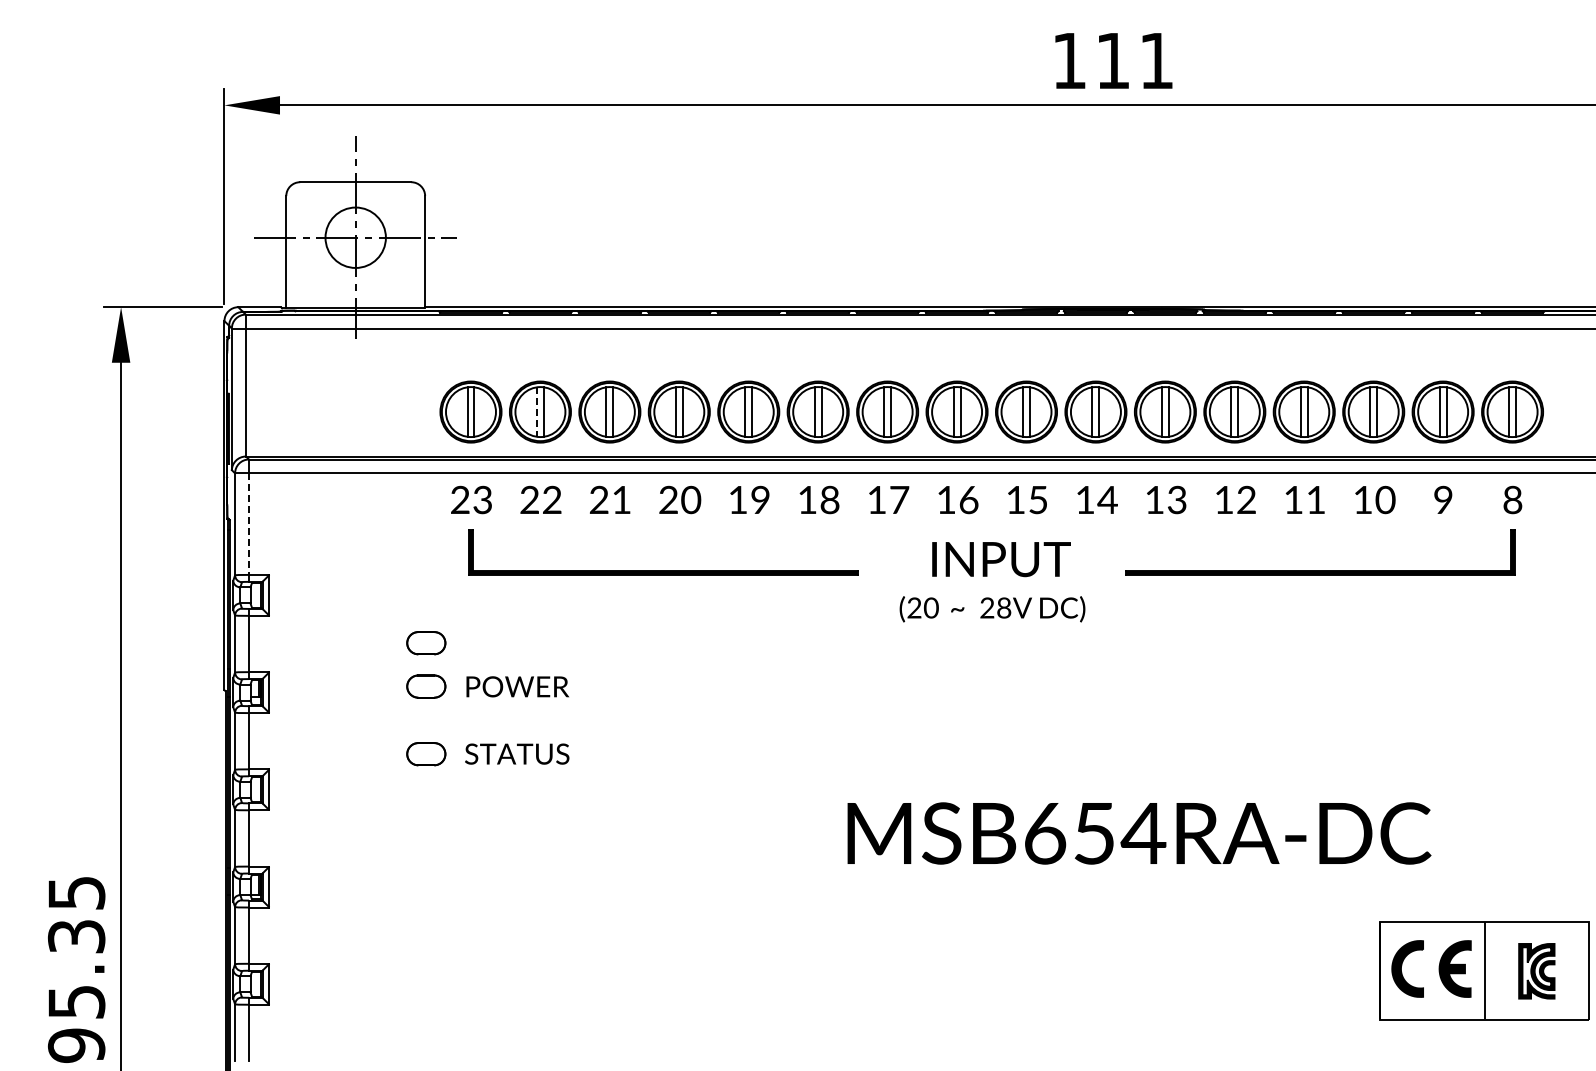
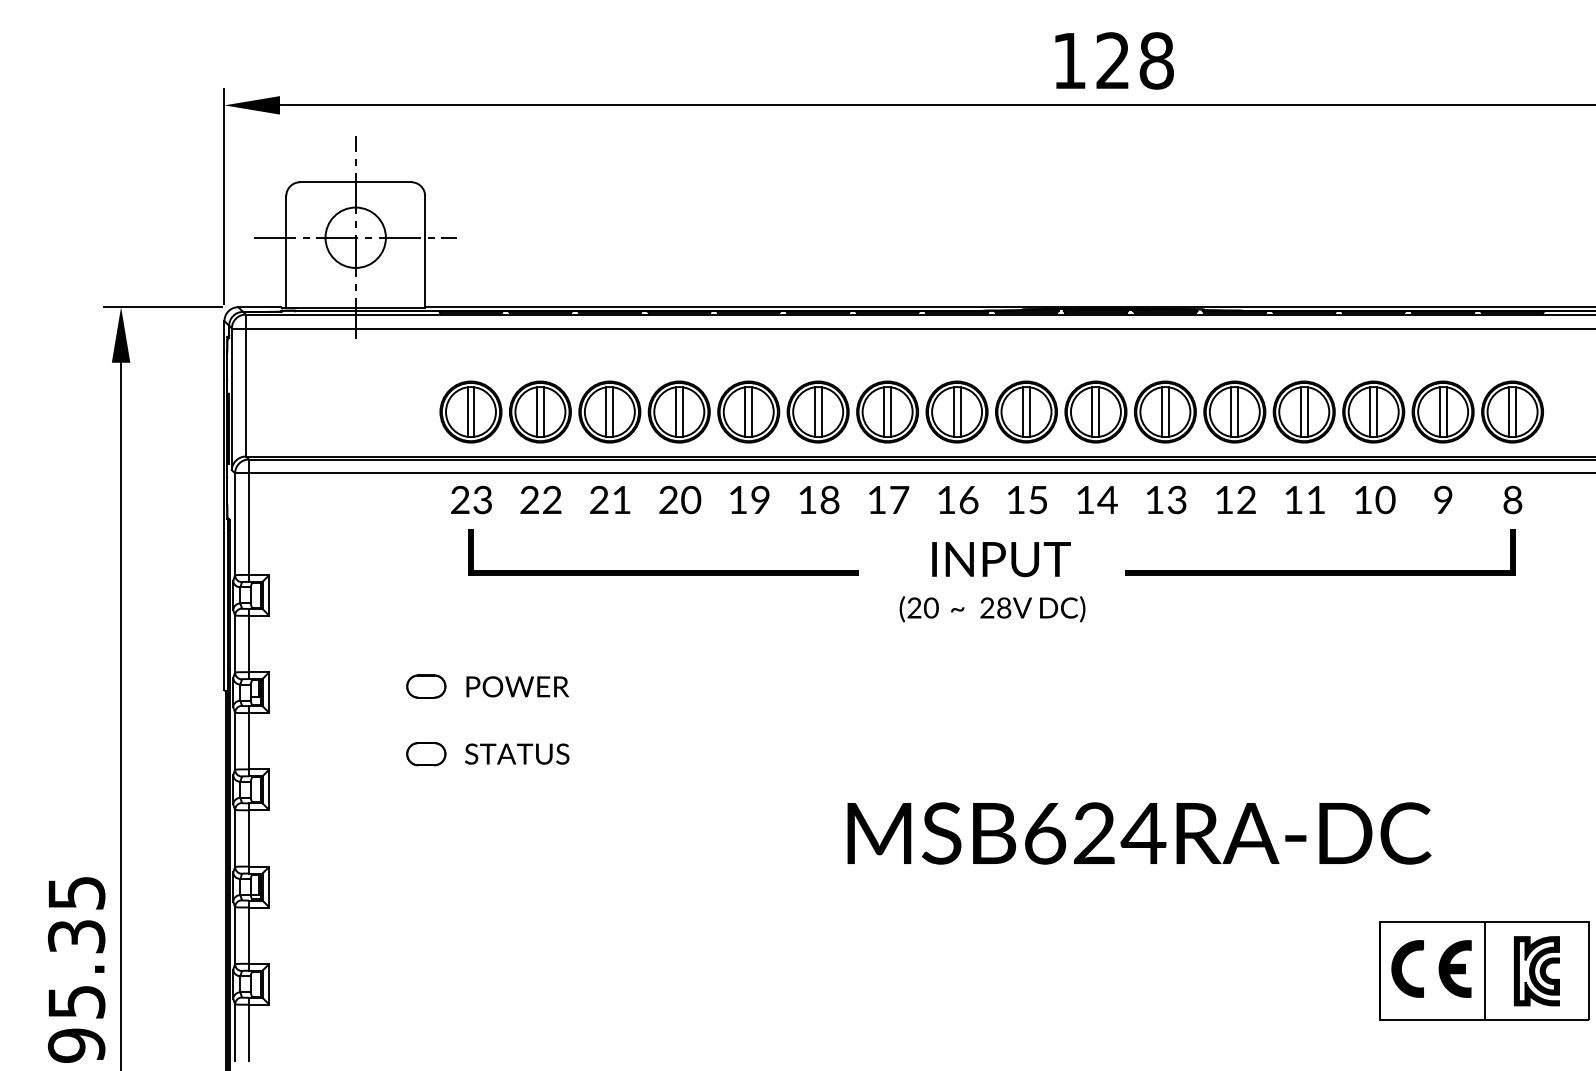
text at (1134, 60): 111 -> 128
line at (536, 412): dashed -> solid
line at (248, 524): dashed -> solid
part at (426, 643): present -> none
text at (1093, 833): MSB654RA-DC -> MSB624RA-DC
part at (1536, 971) size: 38x57 px -> 47x71 px
